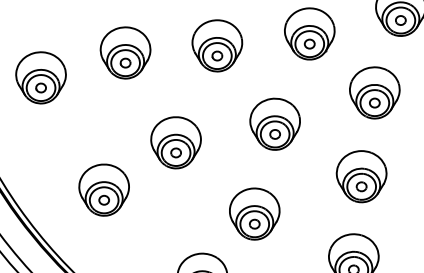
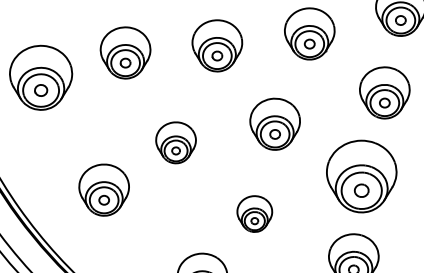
part at (40, 77) size: 52x54 px -> 65x67 px
part at (374, 92) position: (374, 92) -> (384, 92)
part at (175, 142) size: 52x54 px -> 42x44 px
part at (361, 176) size: 53x54 px -> 72x75 px
part at (254, 213) size: 52x54 px -> 38x38 px
